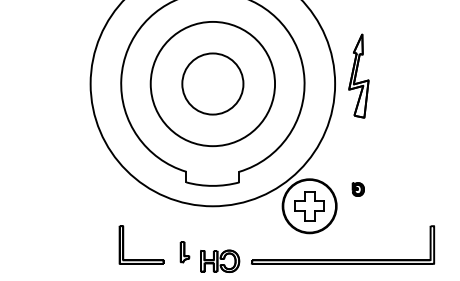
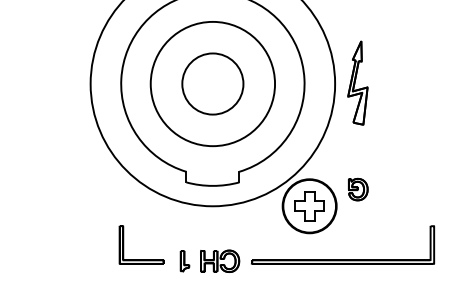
part at (358, 75) position: (358, 75) -> (357, 82)
part at (357, 189) size: 14x15 px -> 21x25 px
part at (184, 252) position: (184, 252) -> (184, 261)
